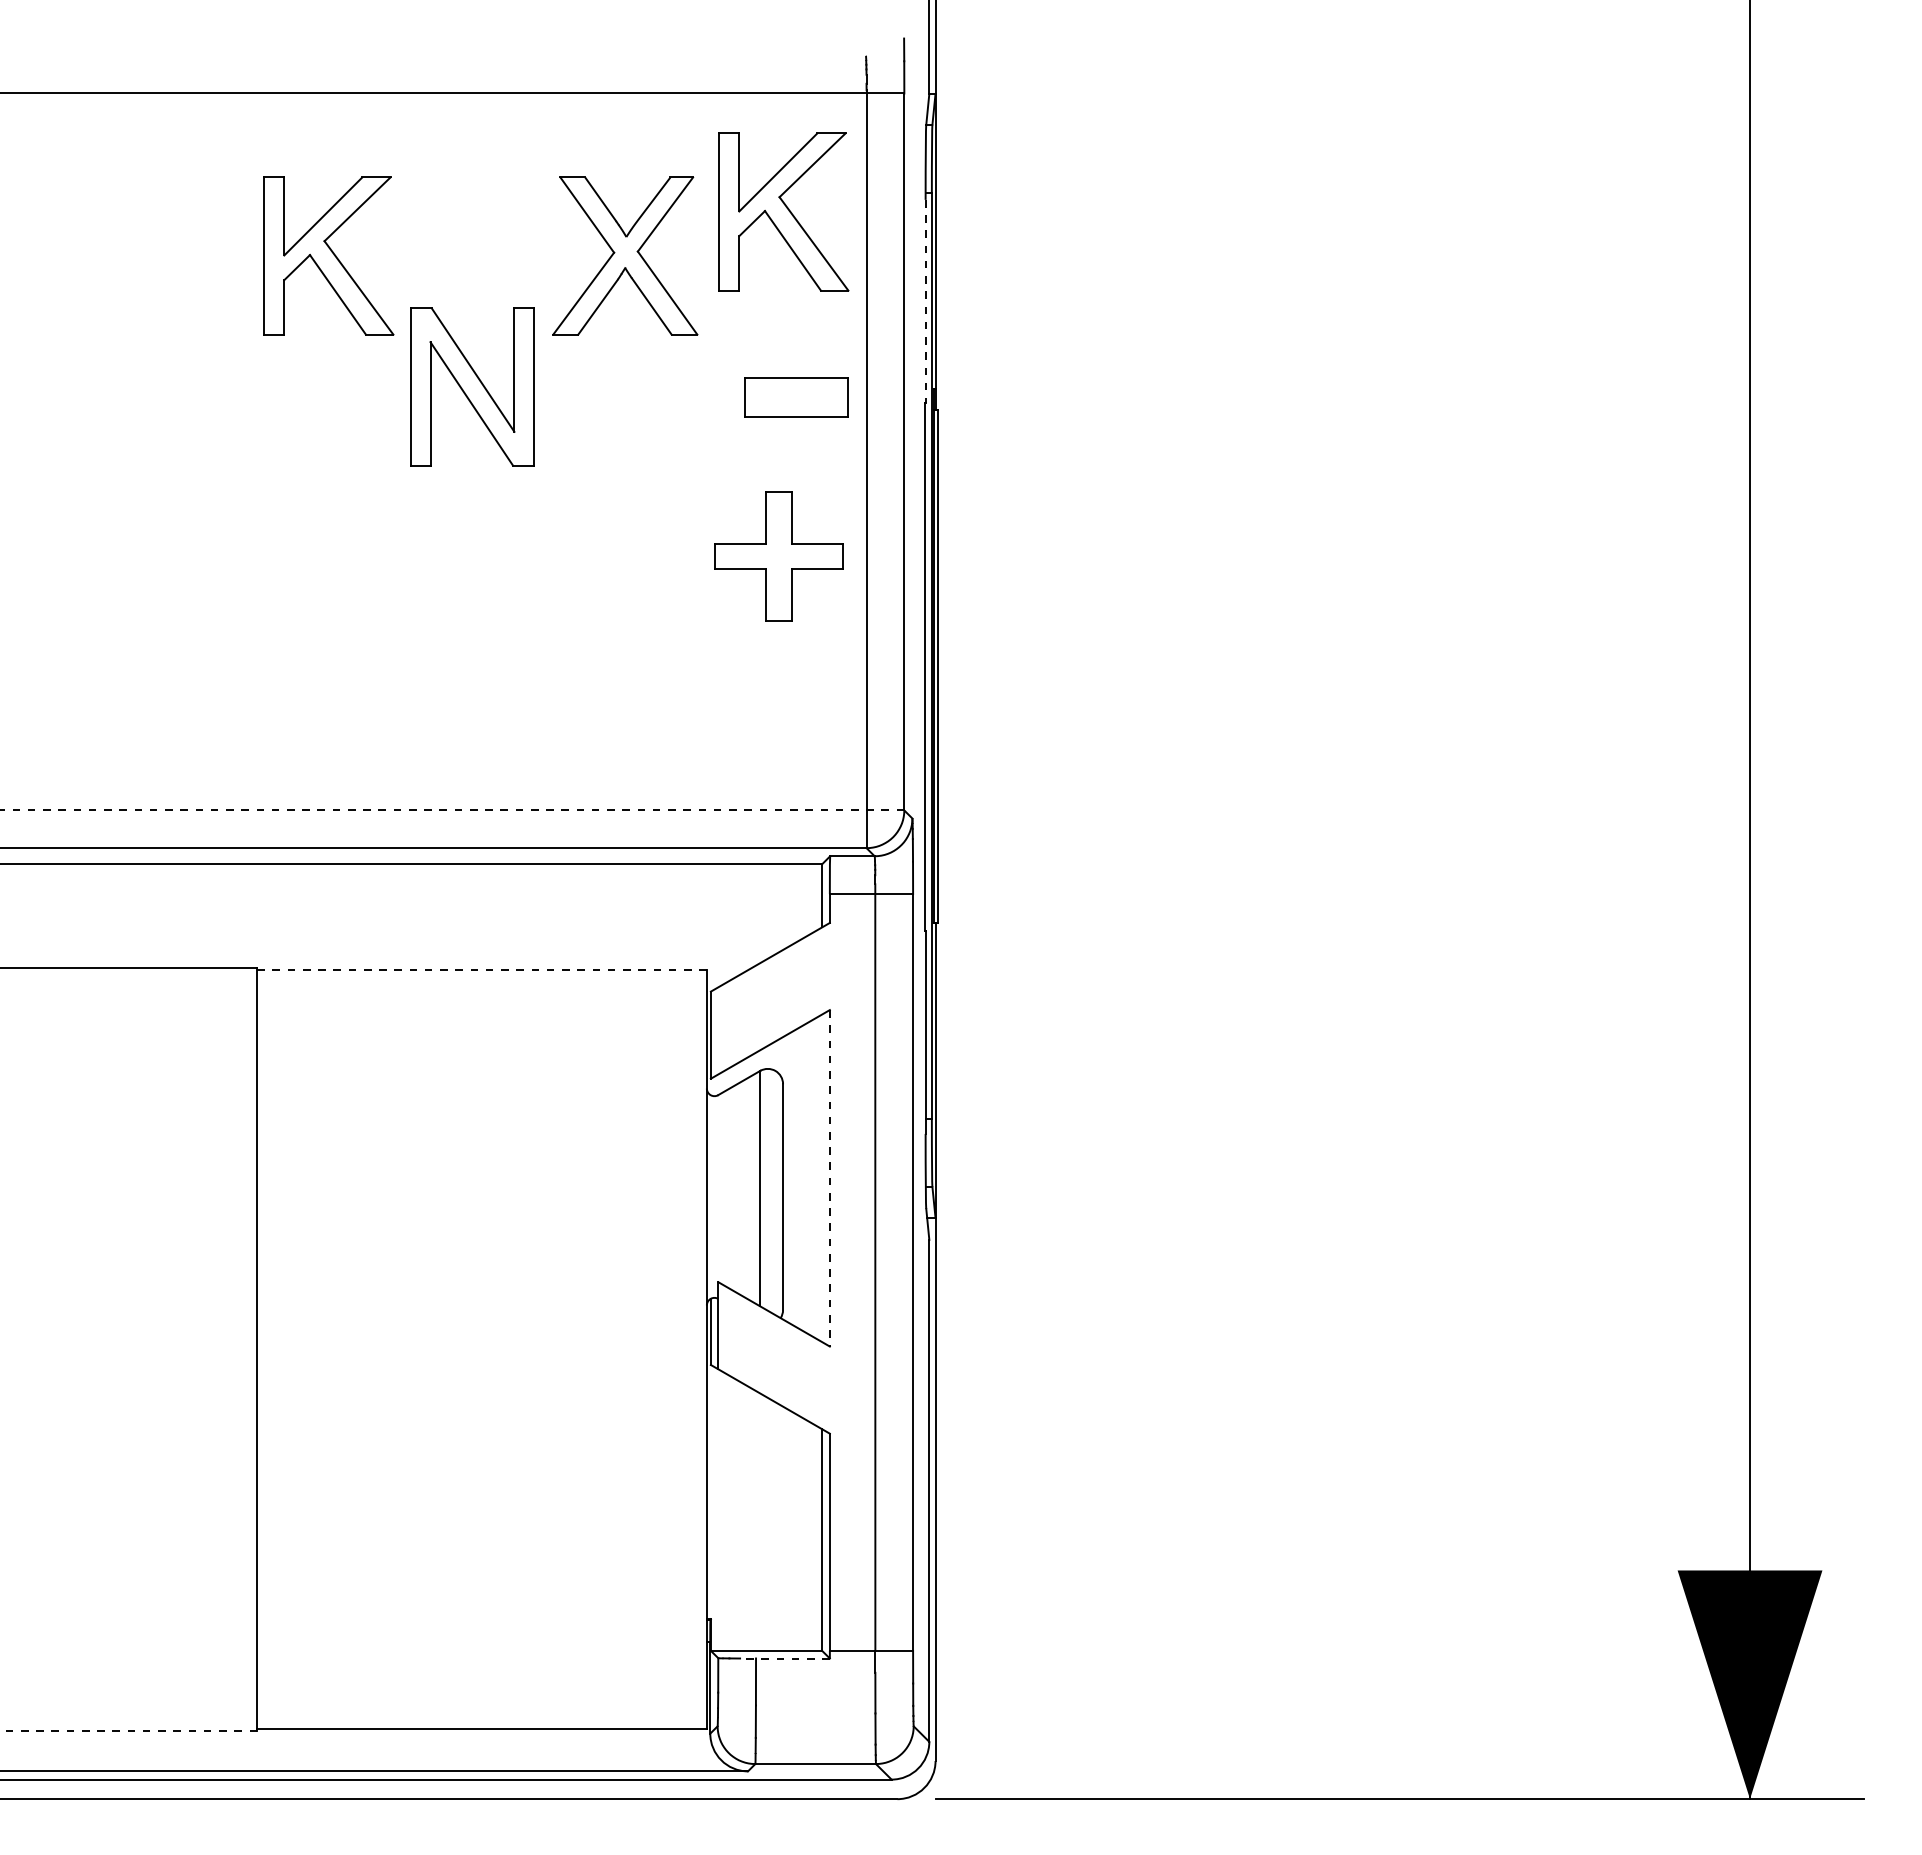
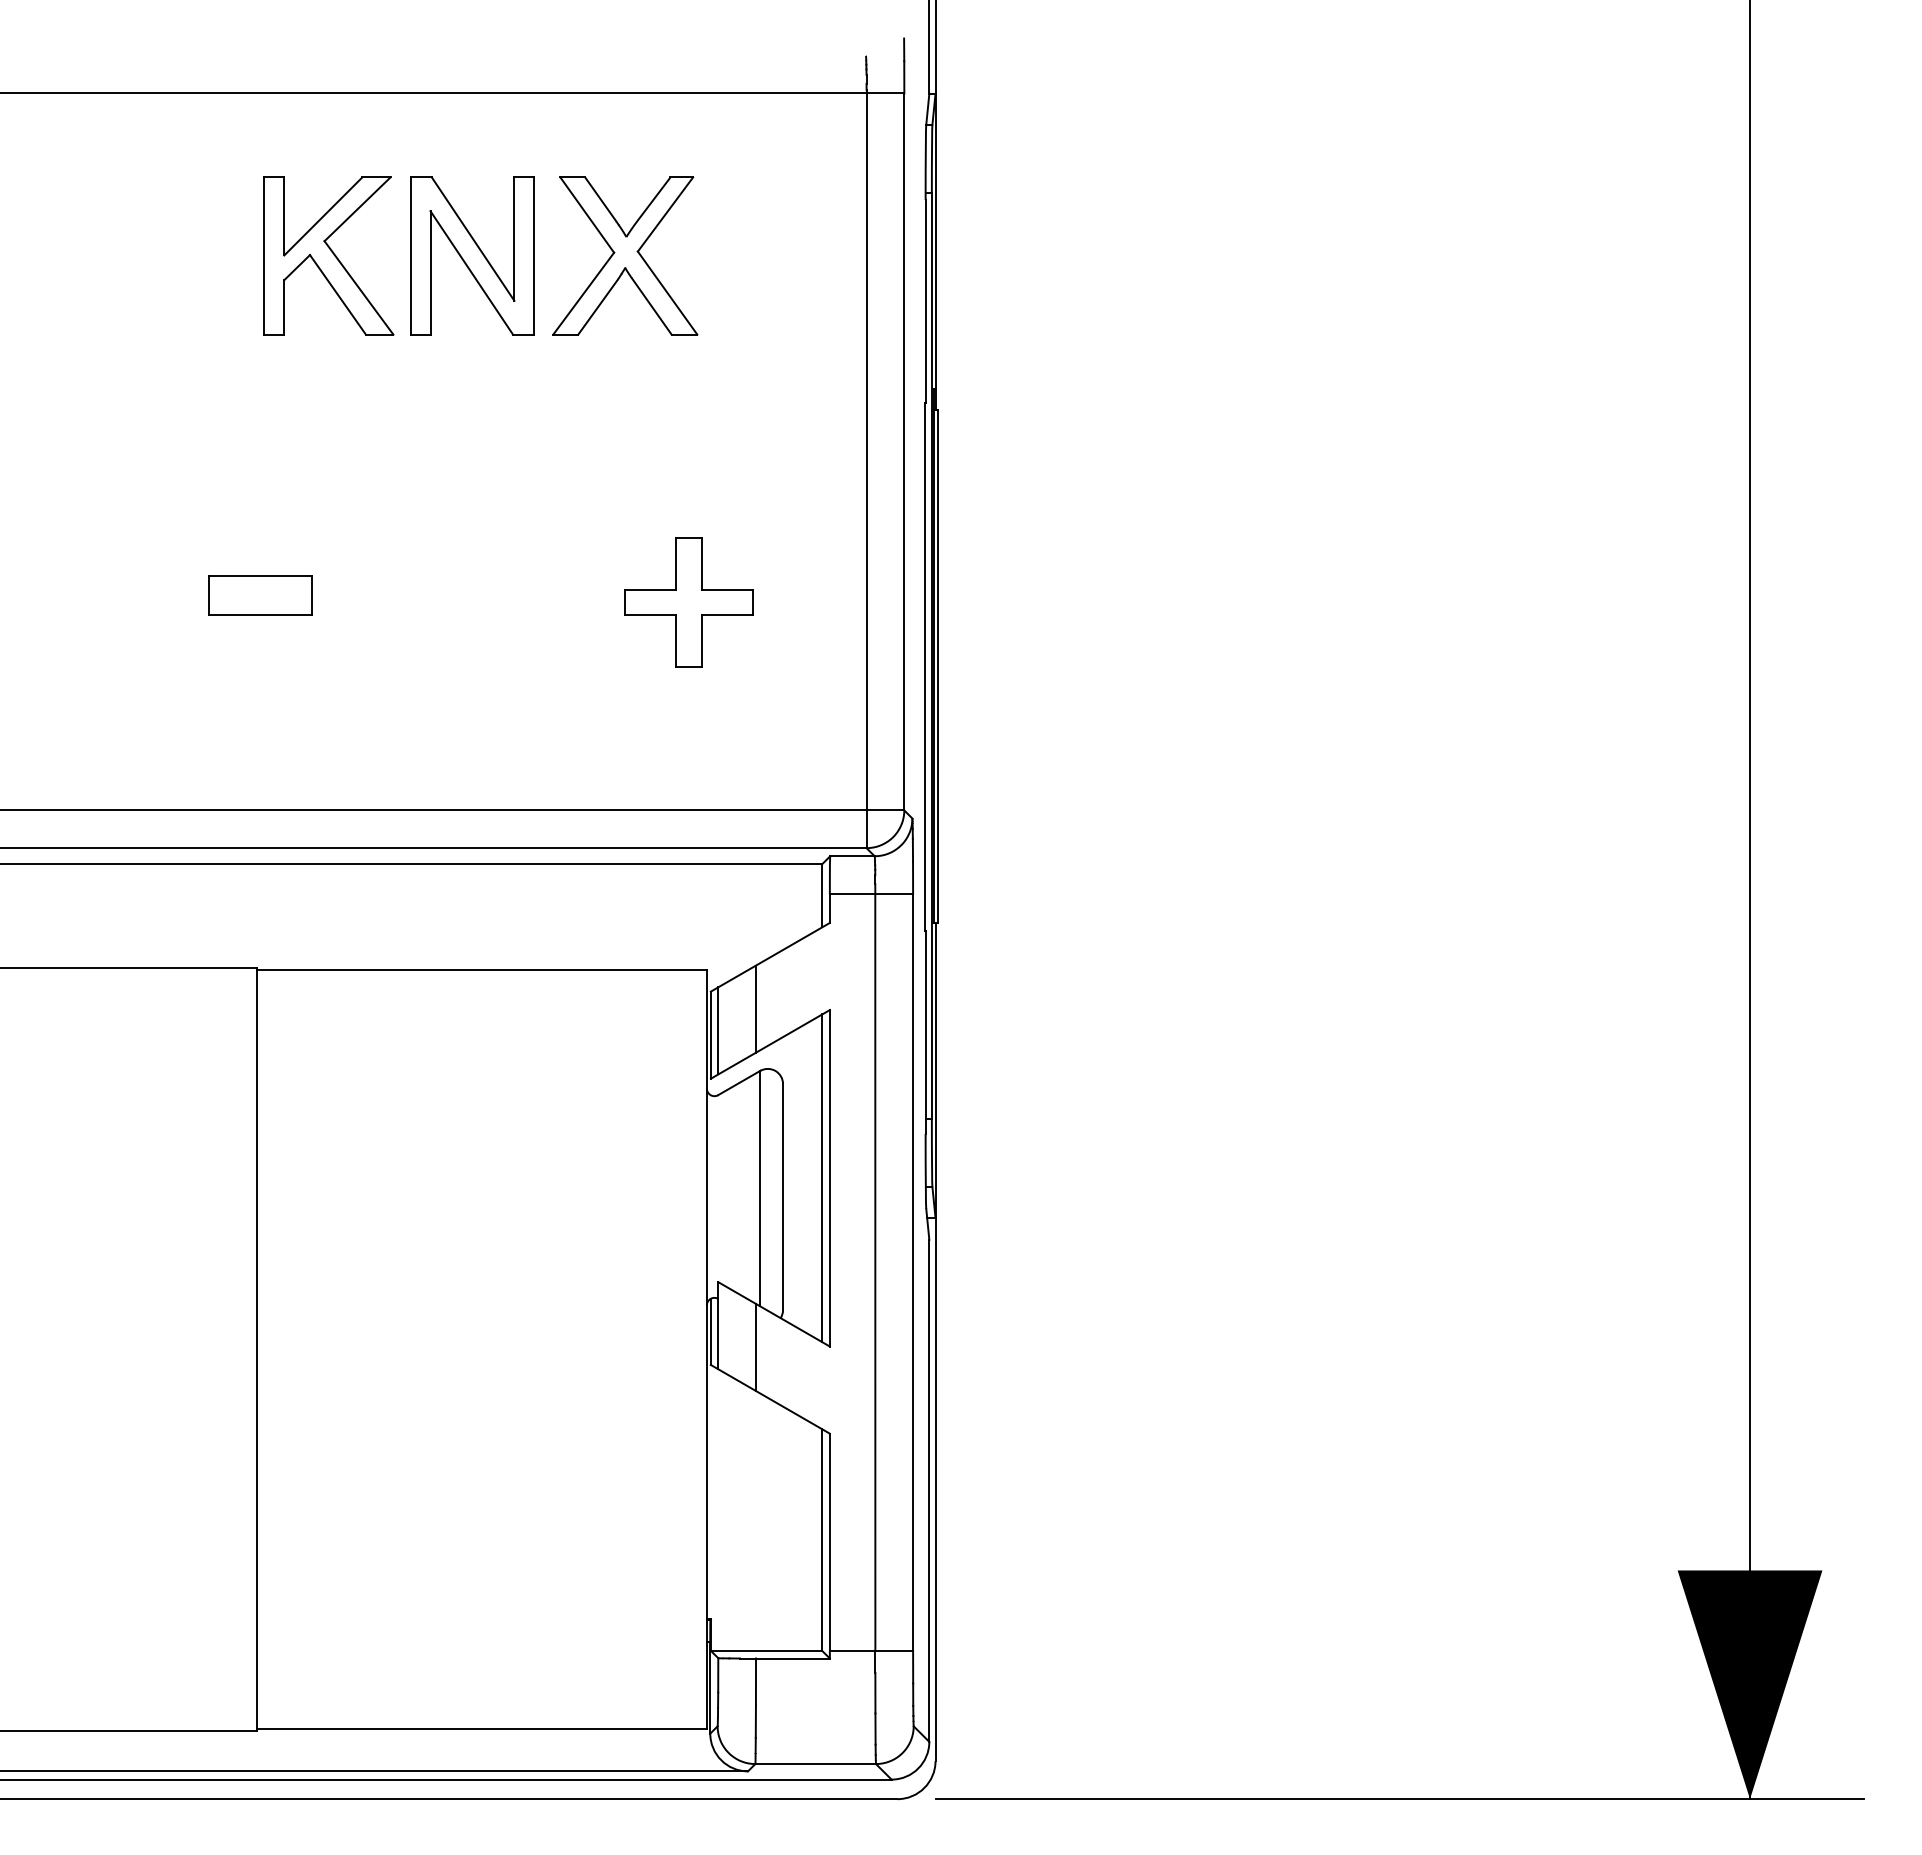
part at (783, 211): present -> none
line at (925, 301): dashed -> solid
part at (472, 386) position: (472, 386) -> (472, 255)
part at (796, 397) position: (796, 397) -> (260, 595)
part at (778, 556) position: (778, 556) -> (688, 602)
line at (452, 810): dashed -> solid
line at (482, 969): dashed -> solid
line at (756, 1008): none -> present
line at (718, 1030): none -> present
line at (822, 1178): none -> present
line at (829, 1178): dashed -> solid
line at (756, 1347): none -> present
line at (784, 1658): dashed -> solid
line at (129, 1730): dashed -> solid
